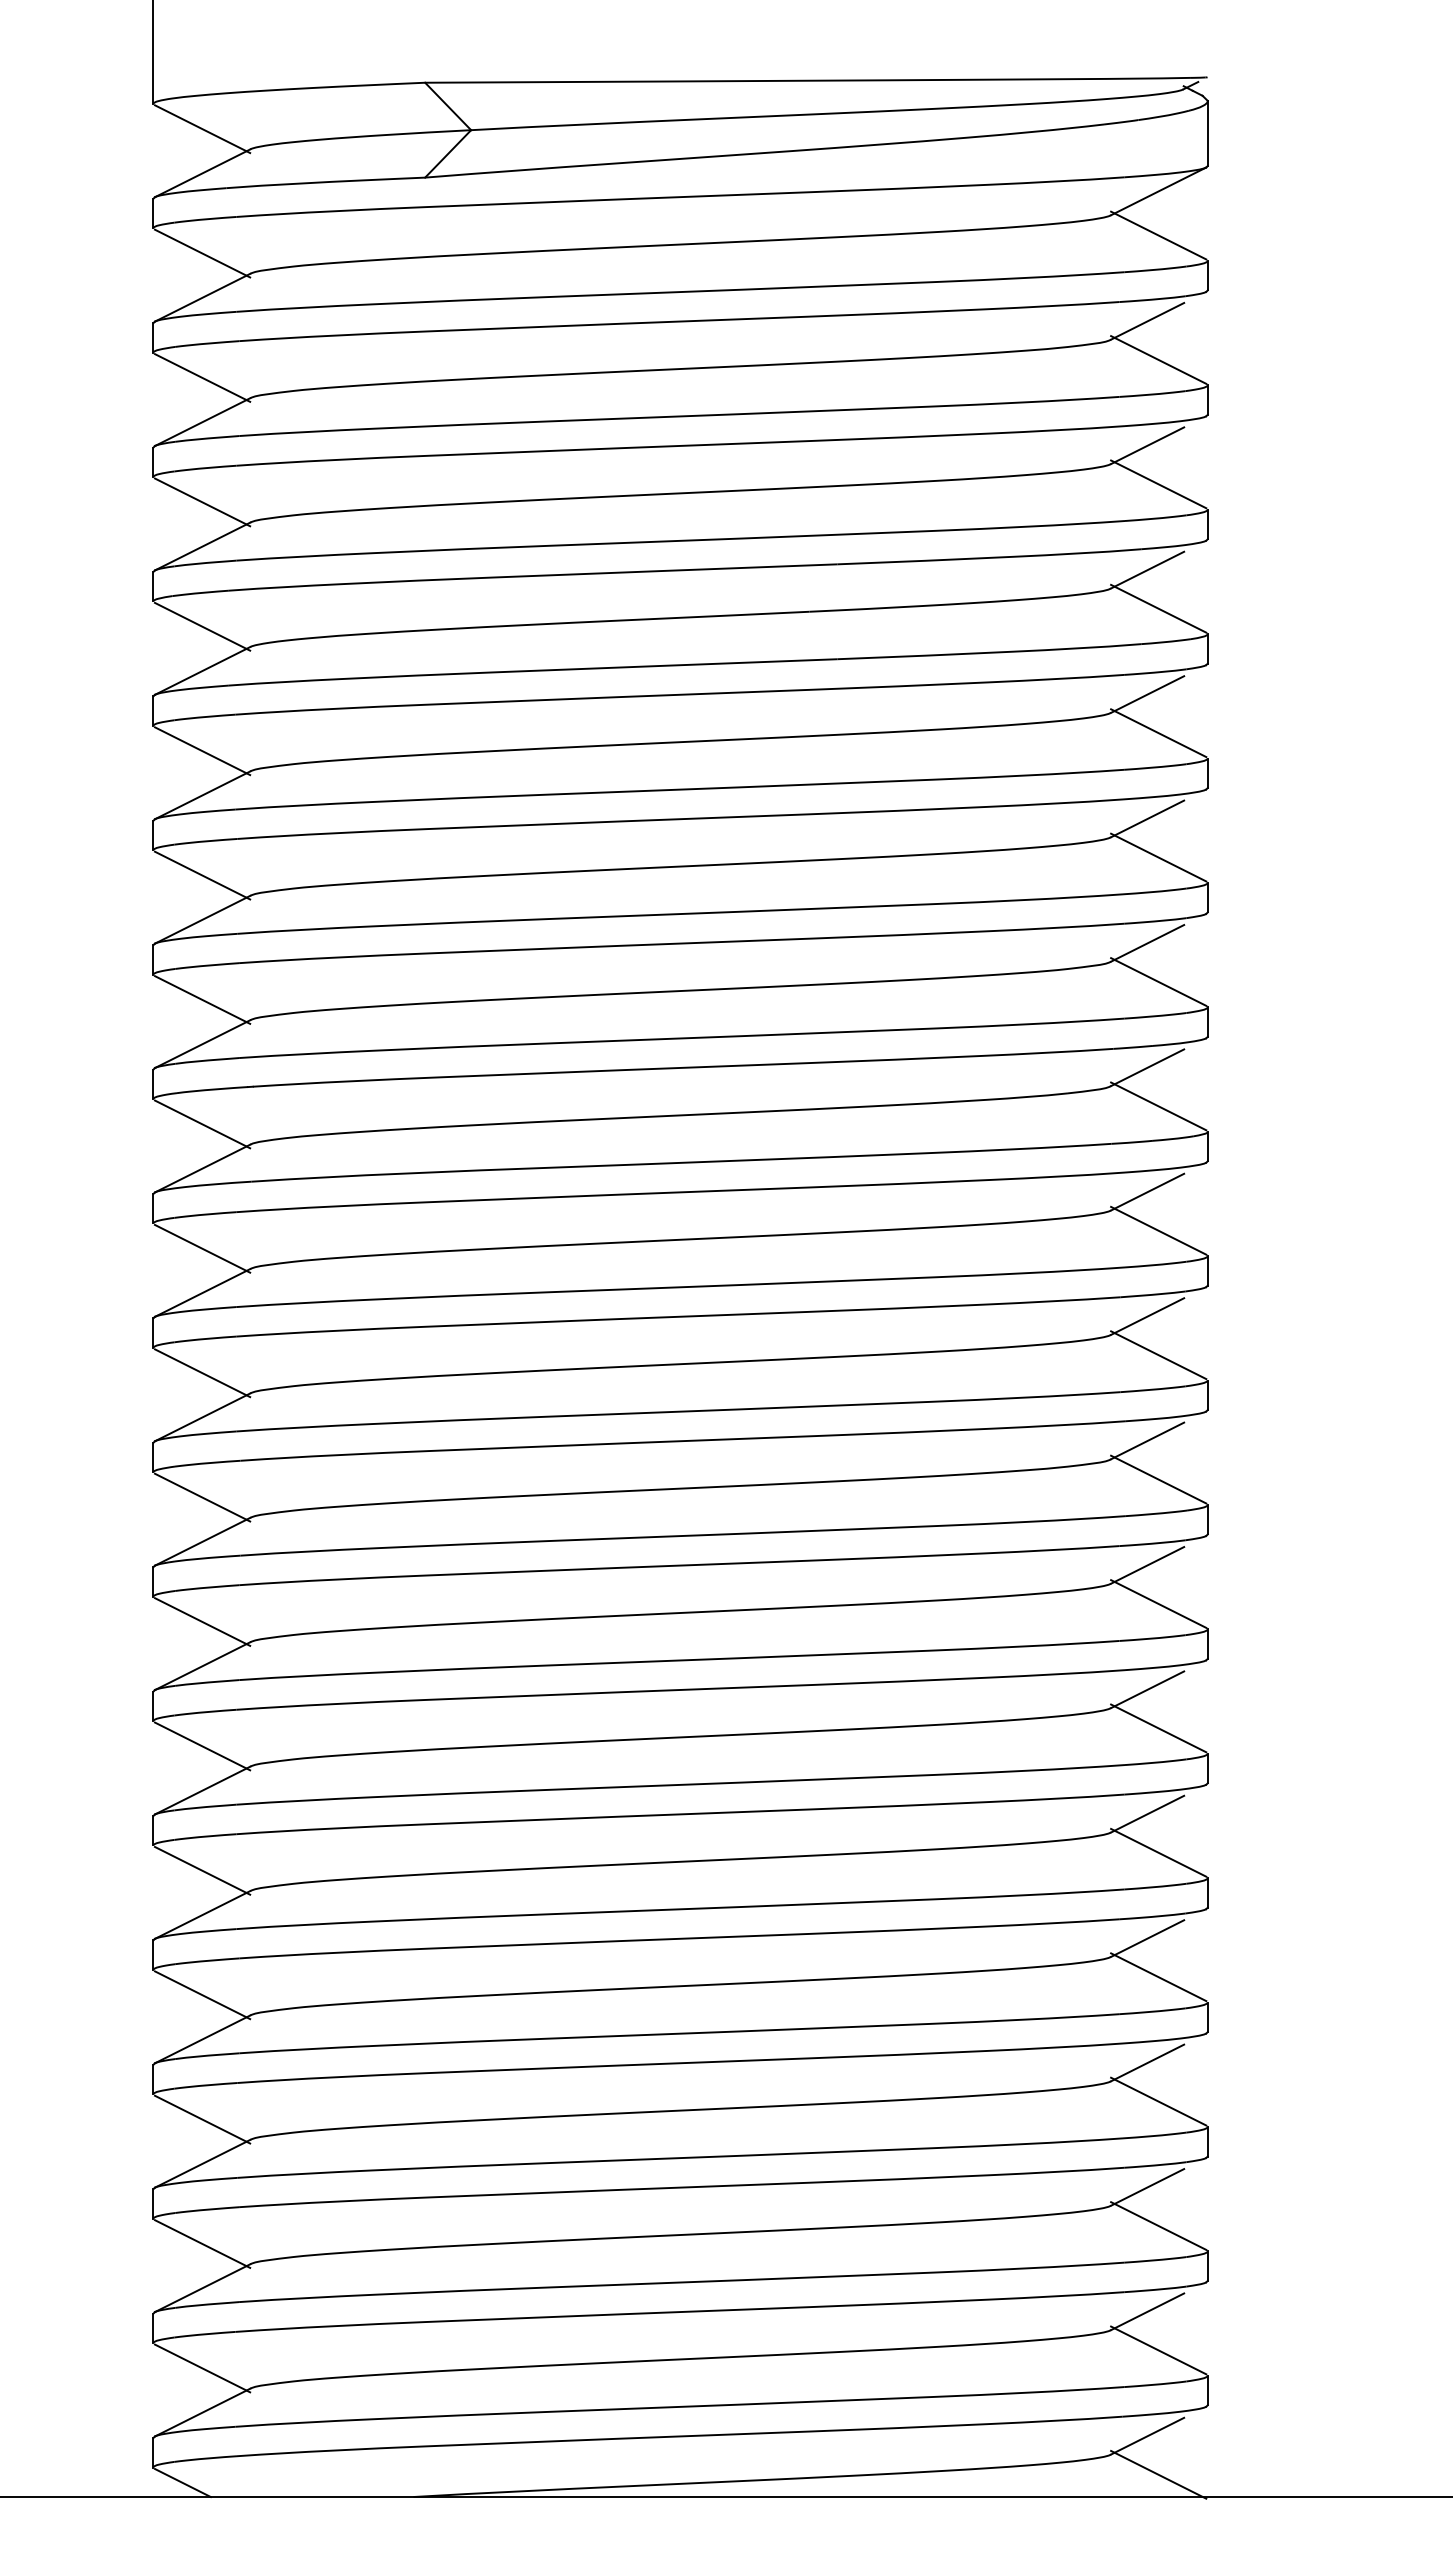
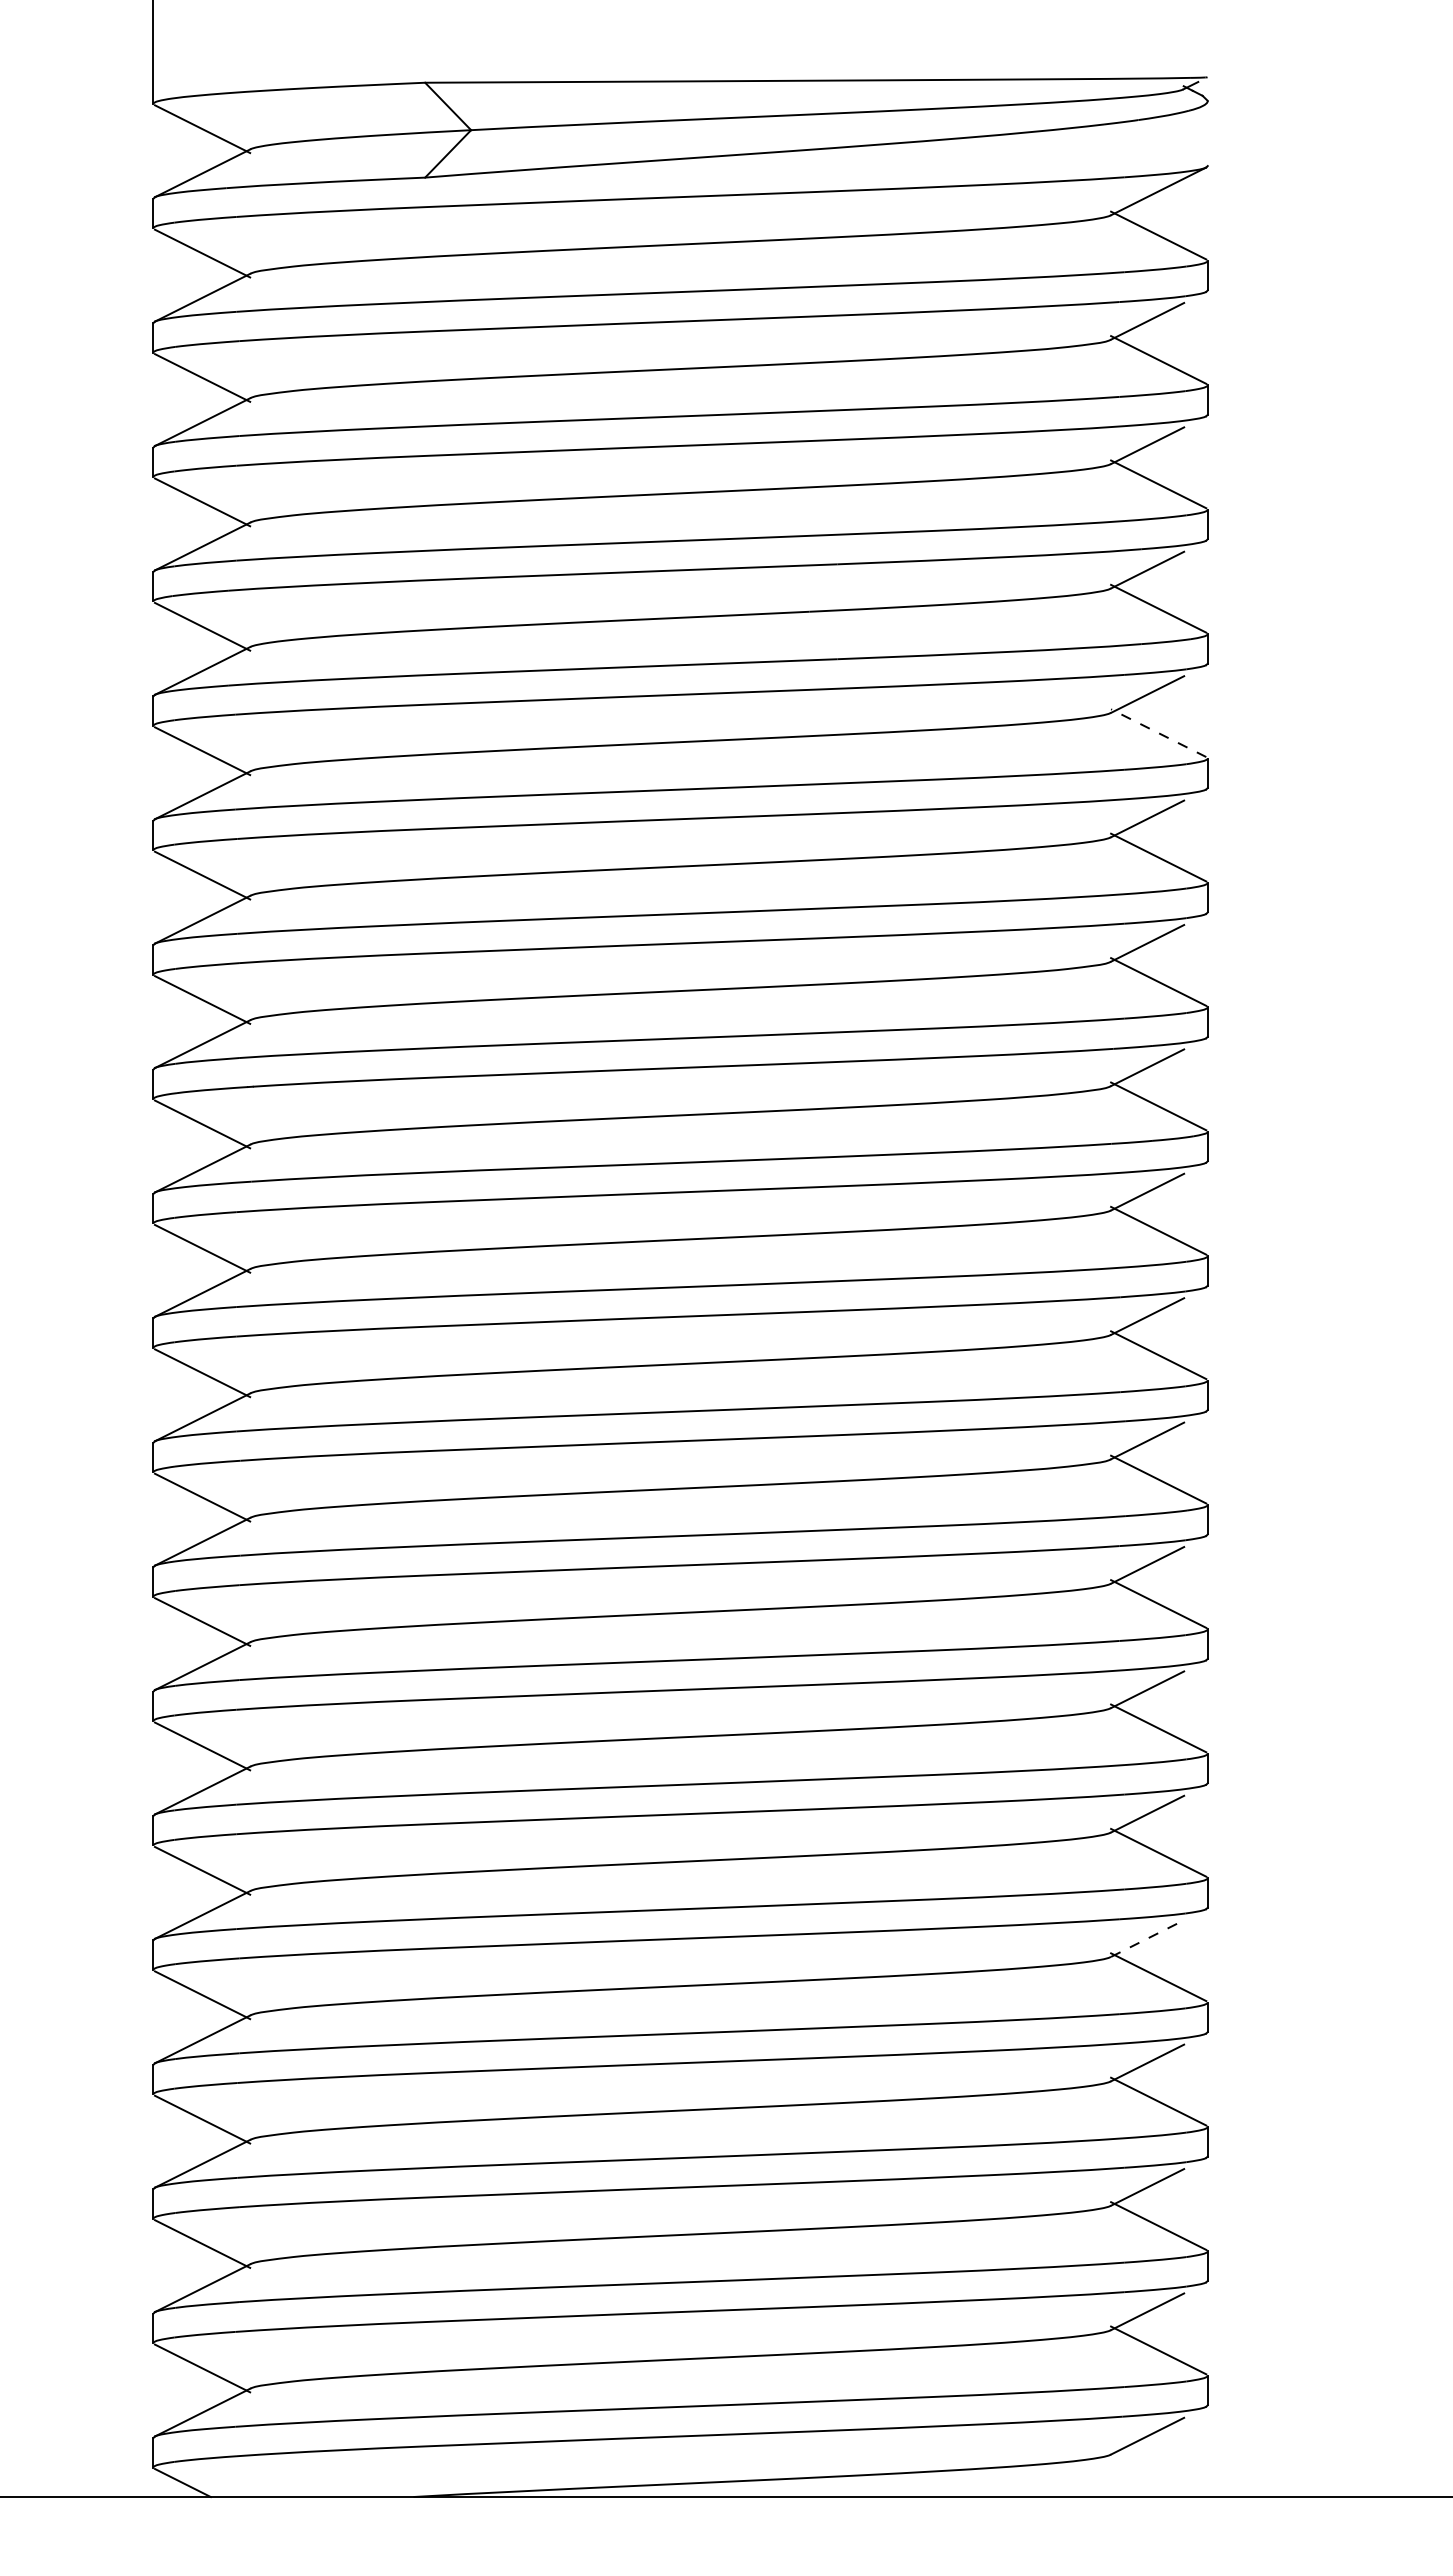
line at (1207, 133): present -> none
line at (1158, 732): solid -> dashed
line at (1147, 1938): solid -> dashed
line at (1158, 2474): present -> none
